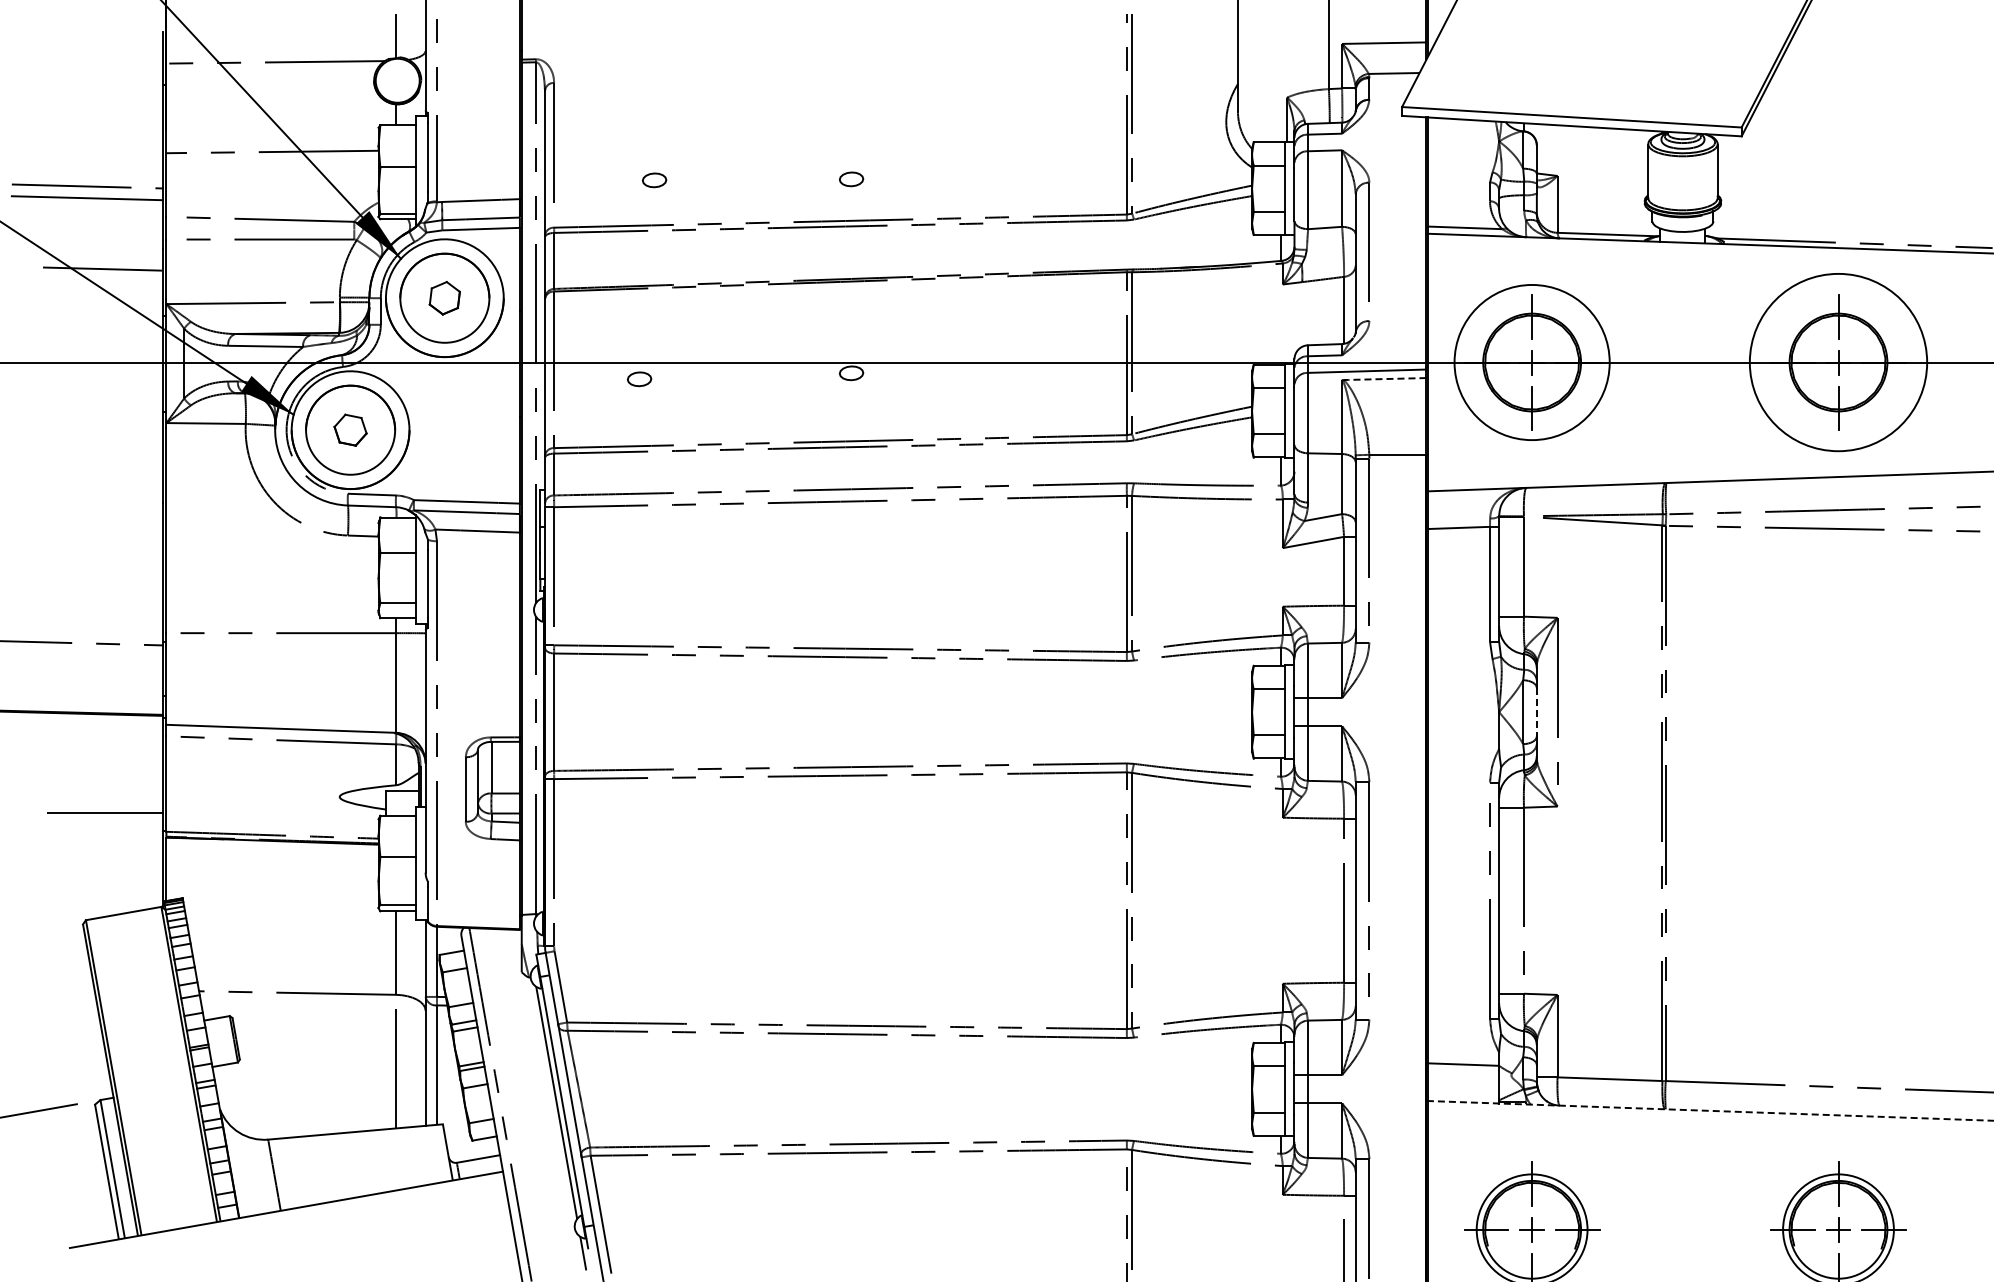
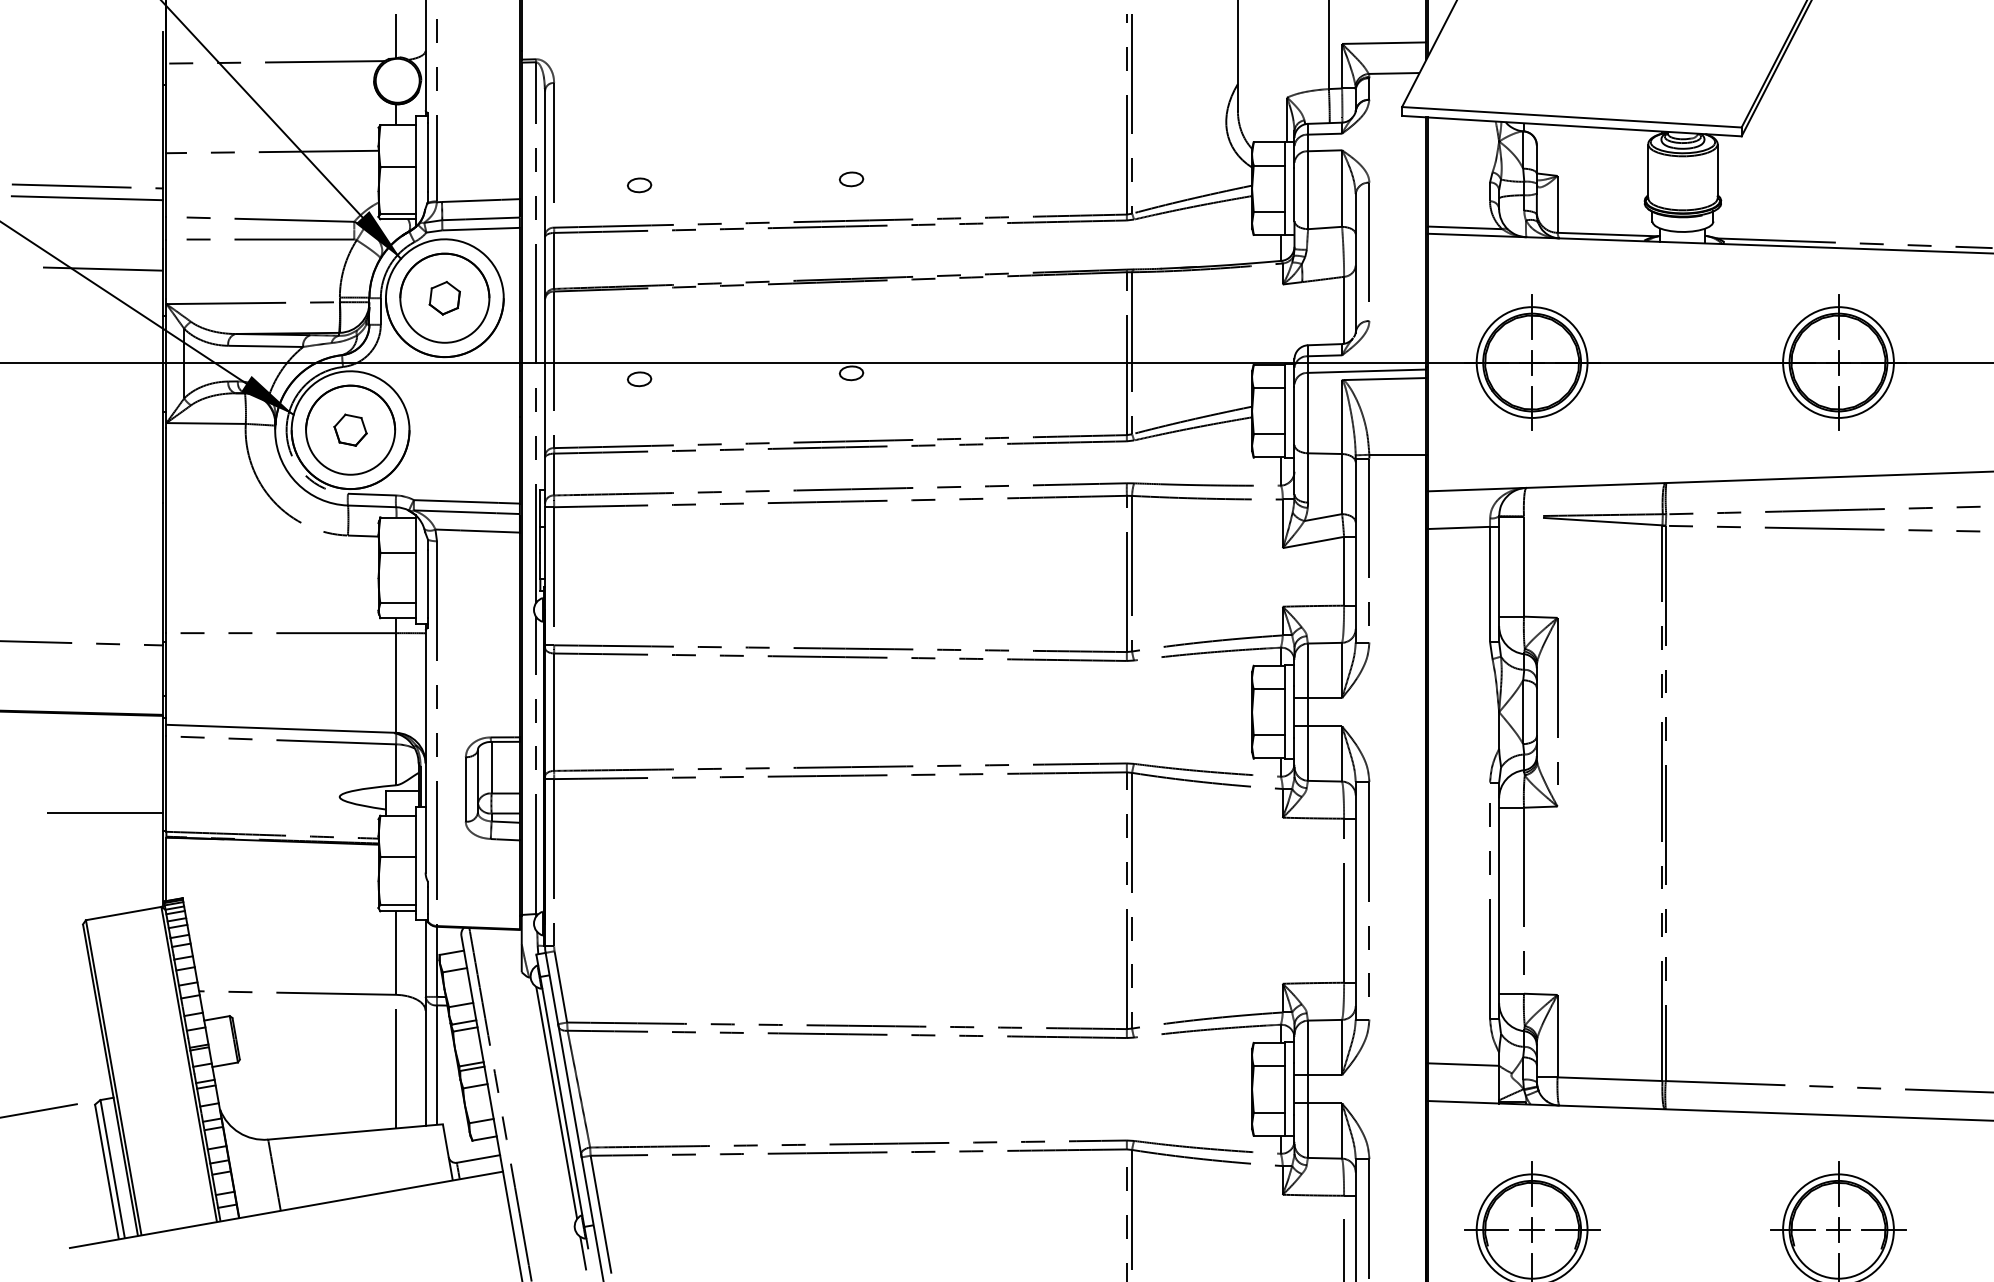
part at (654, 180) position: (654, 180) -> (639, 185)
circle at (1531, 362) diameter: 155 px -> 111 px
circle at (1838, 362) diameter: 177 px -> 111 px
line at (1383, 379): dashed -> solid
line at (1536, 712): dashed -> solid
line at (1711, 1110): dashed -> solid
